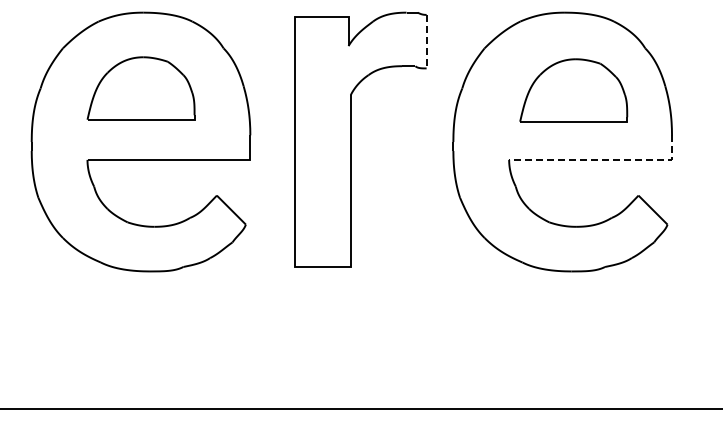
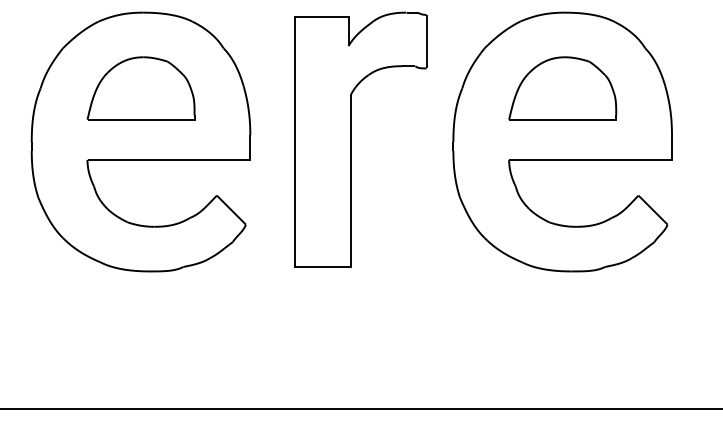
line at (426, 41): dashed -> solid
part at (573, 90) position: (573, 90) -> (562, 88)
line at (603, 159): dashed -> solid
